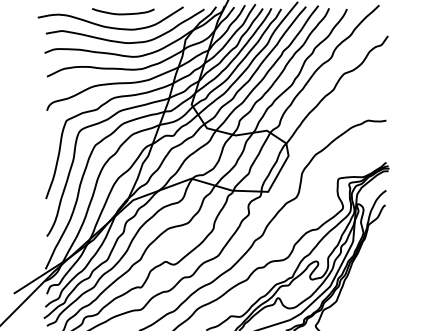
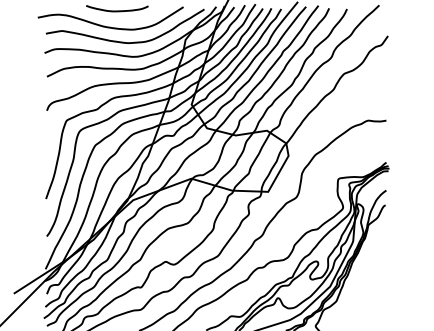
curve at (123, 13) position: (123, 13) -> (117, 10)
